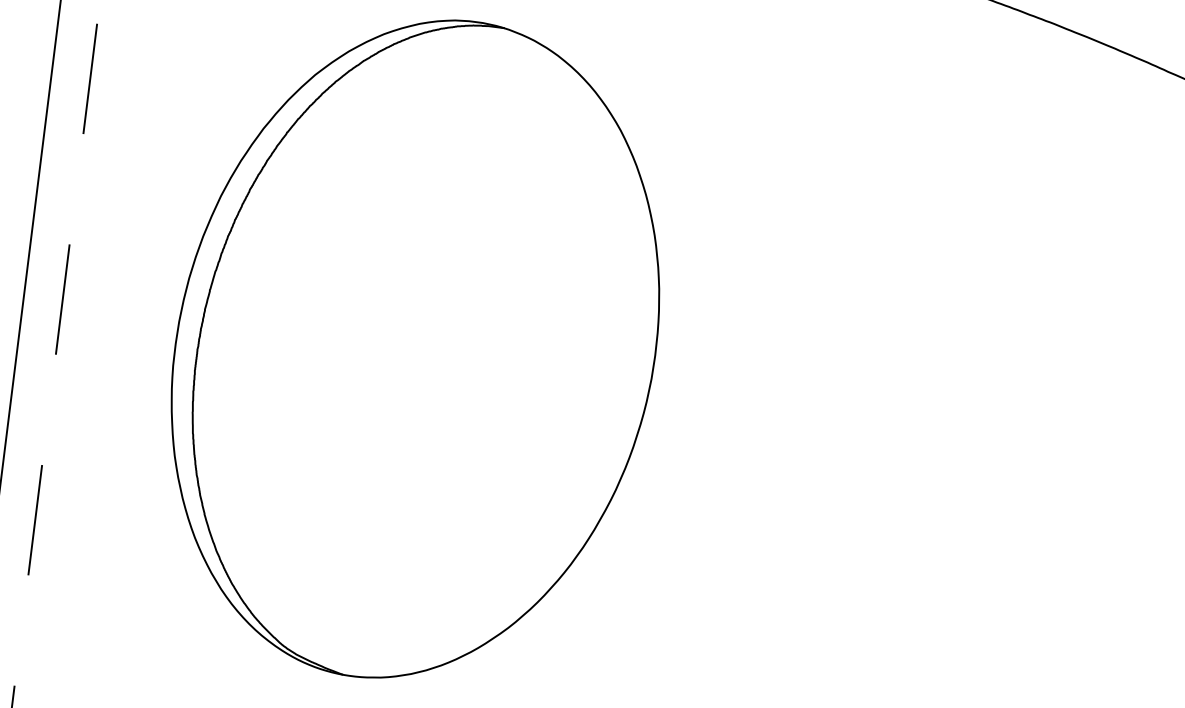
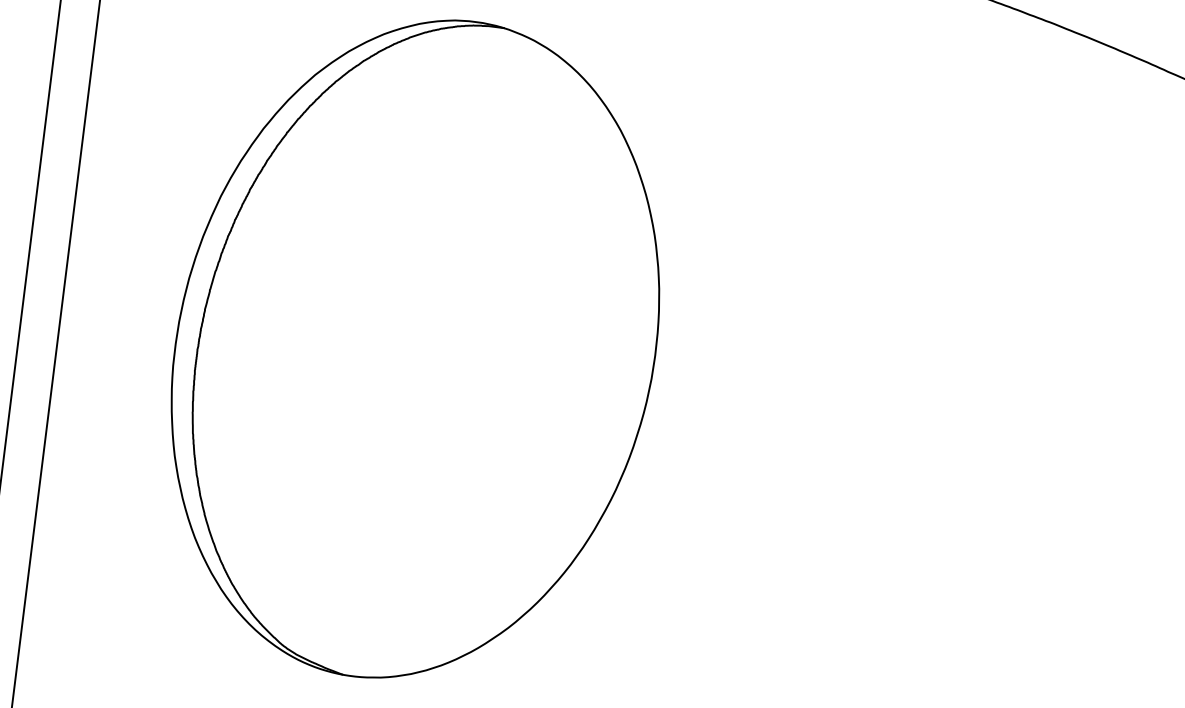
line at (56, 353): dashed -> solid
